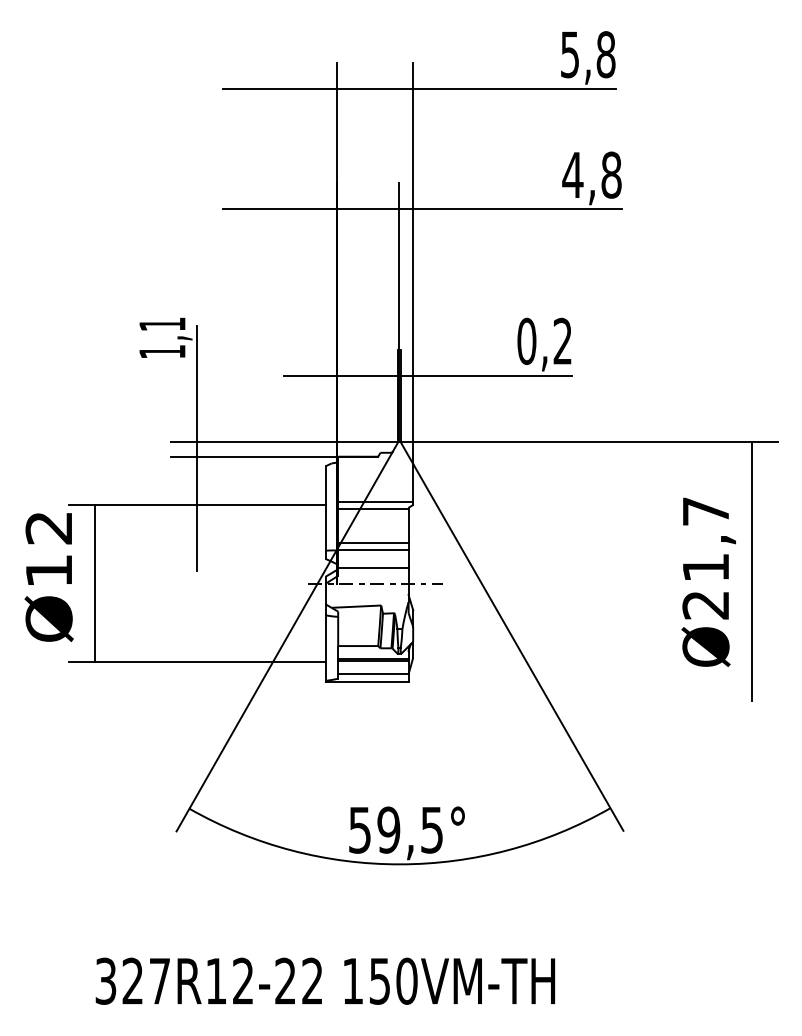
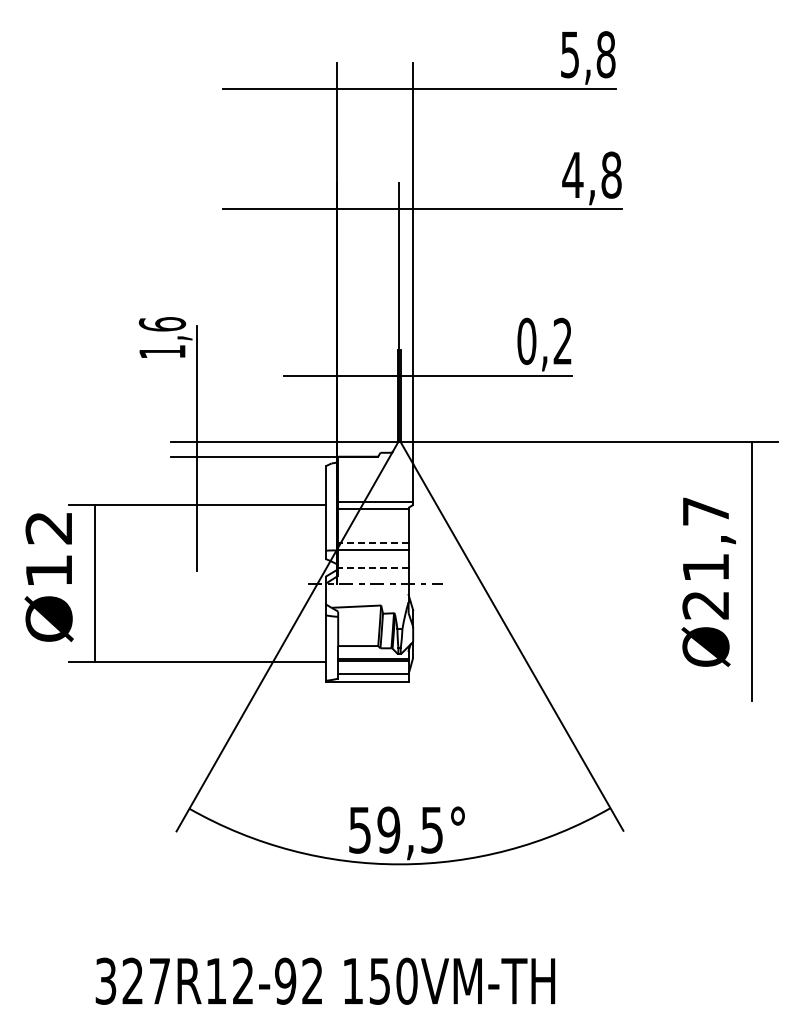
text at (162, 324): 1,1 -> 1,6
line at (372, 542): solid -> dashed
line at (372, 567): solid -> dashed
text at (285, 980): 327R12-22 -> 327R12-92
